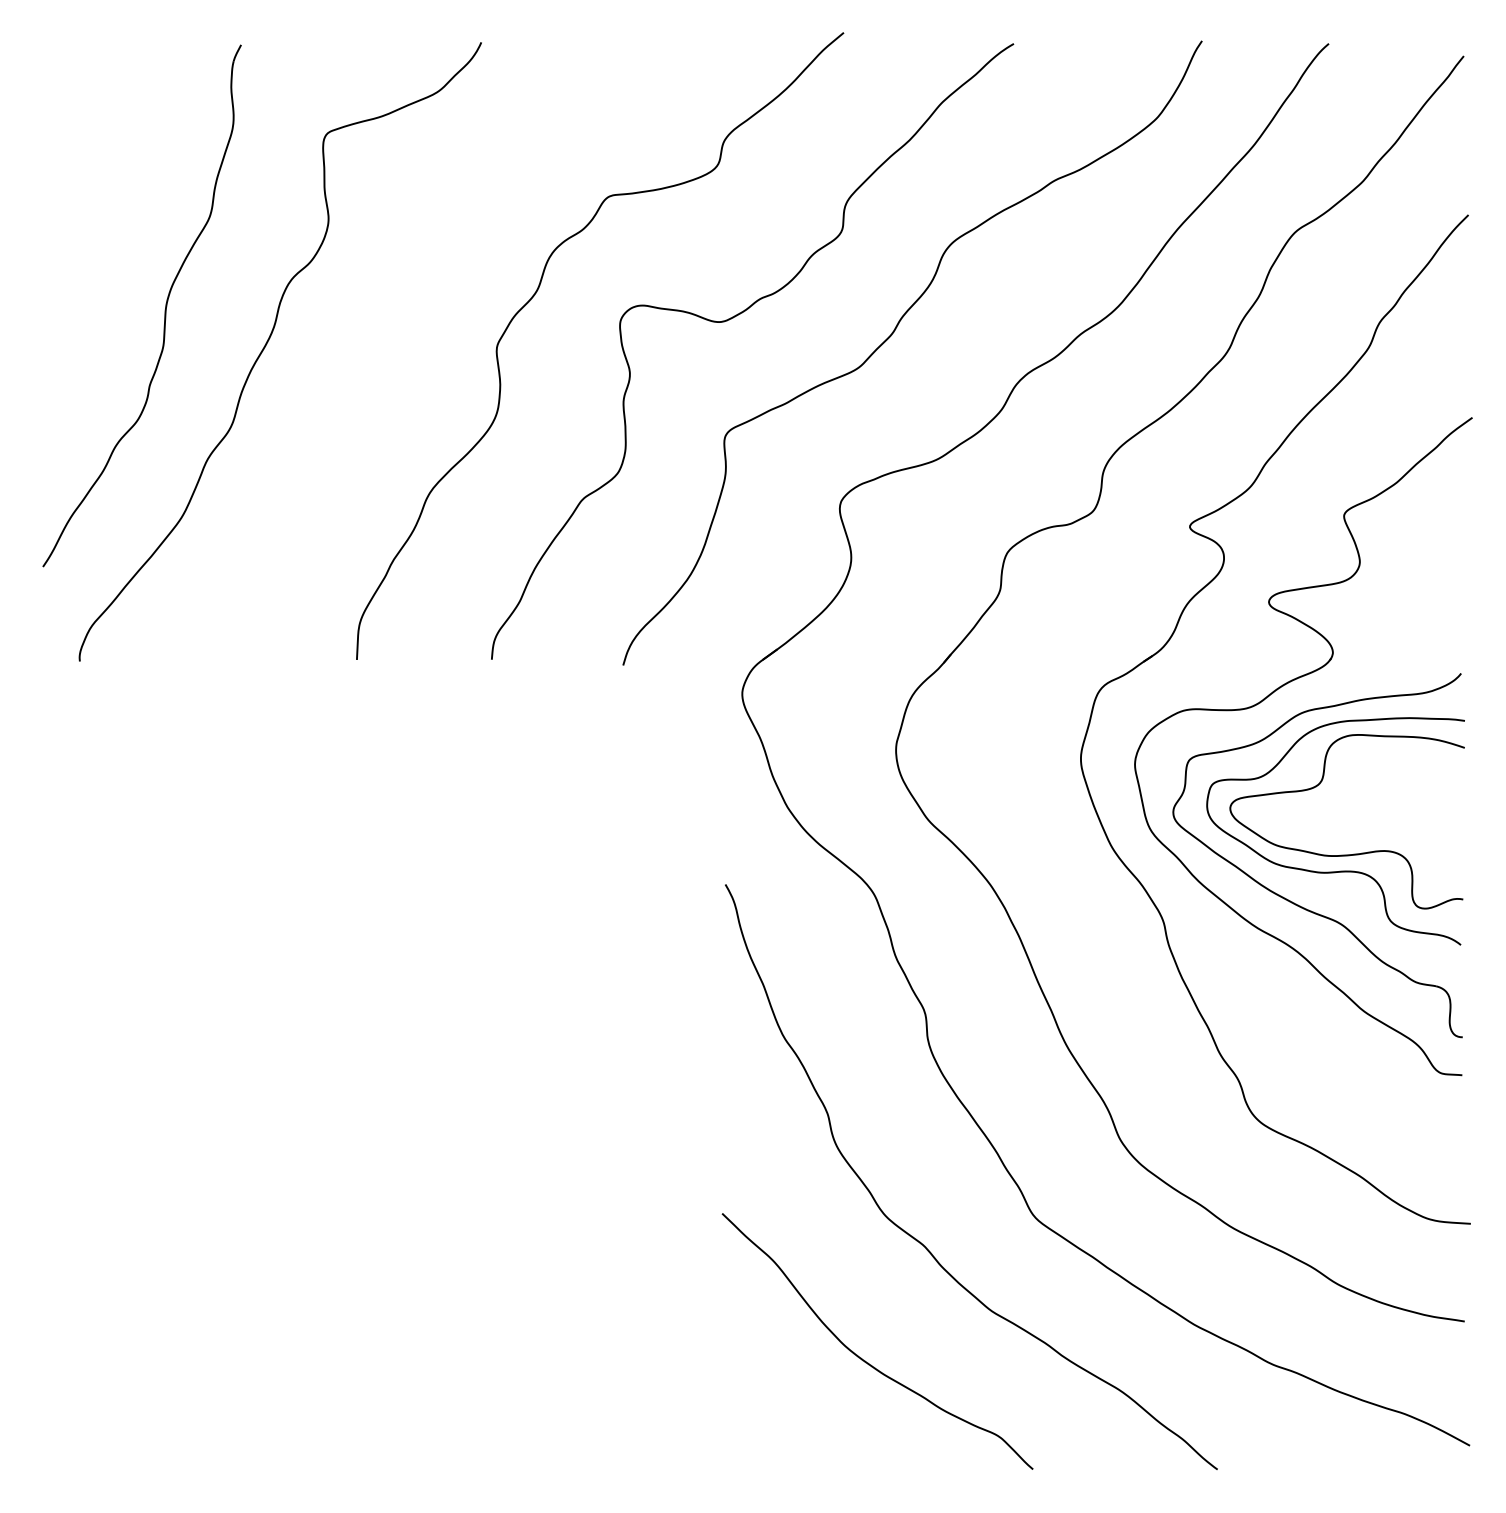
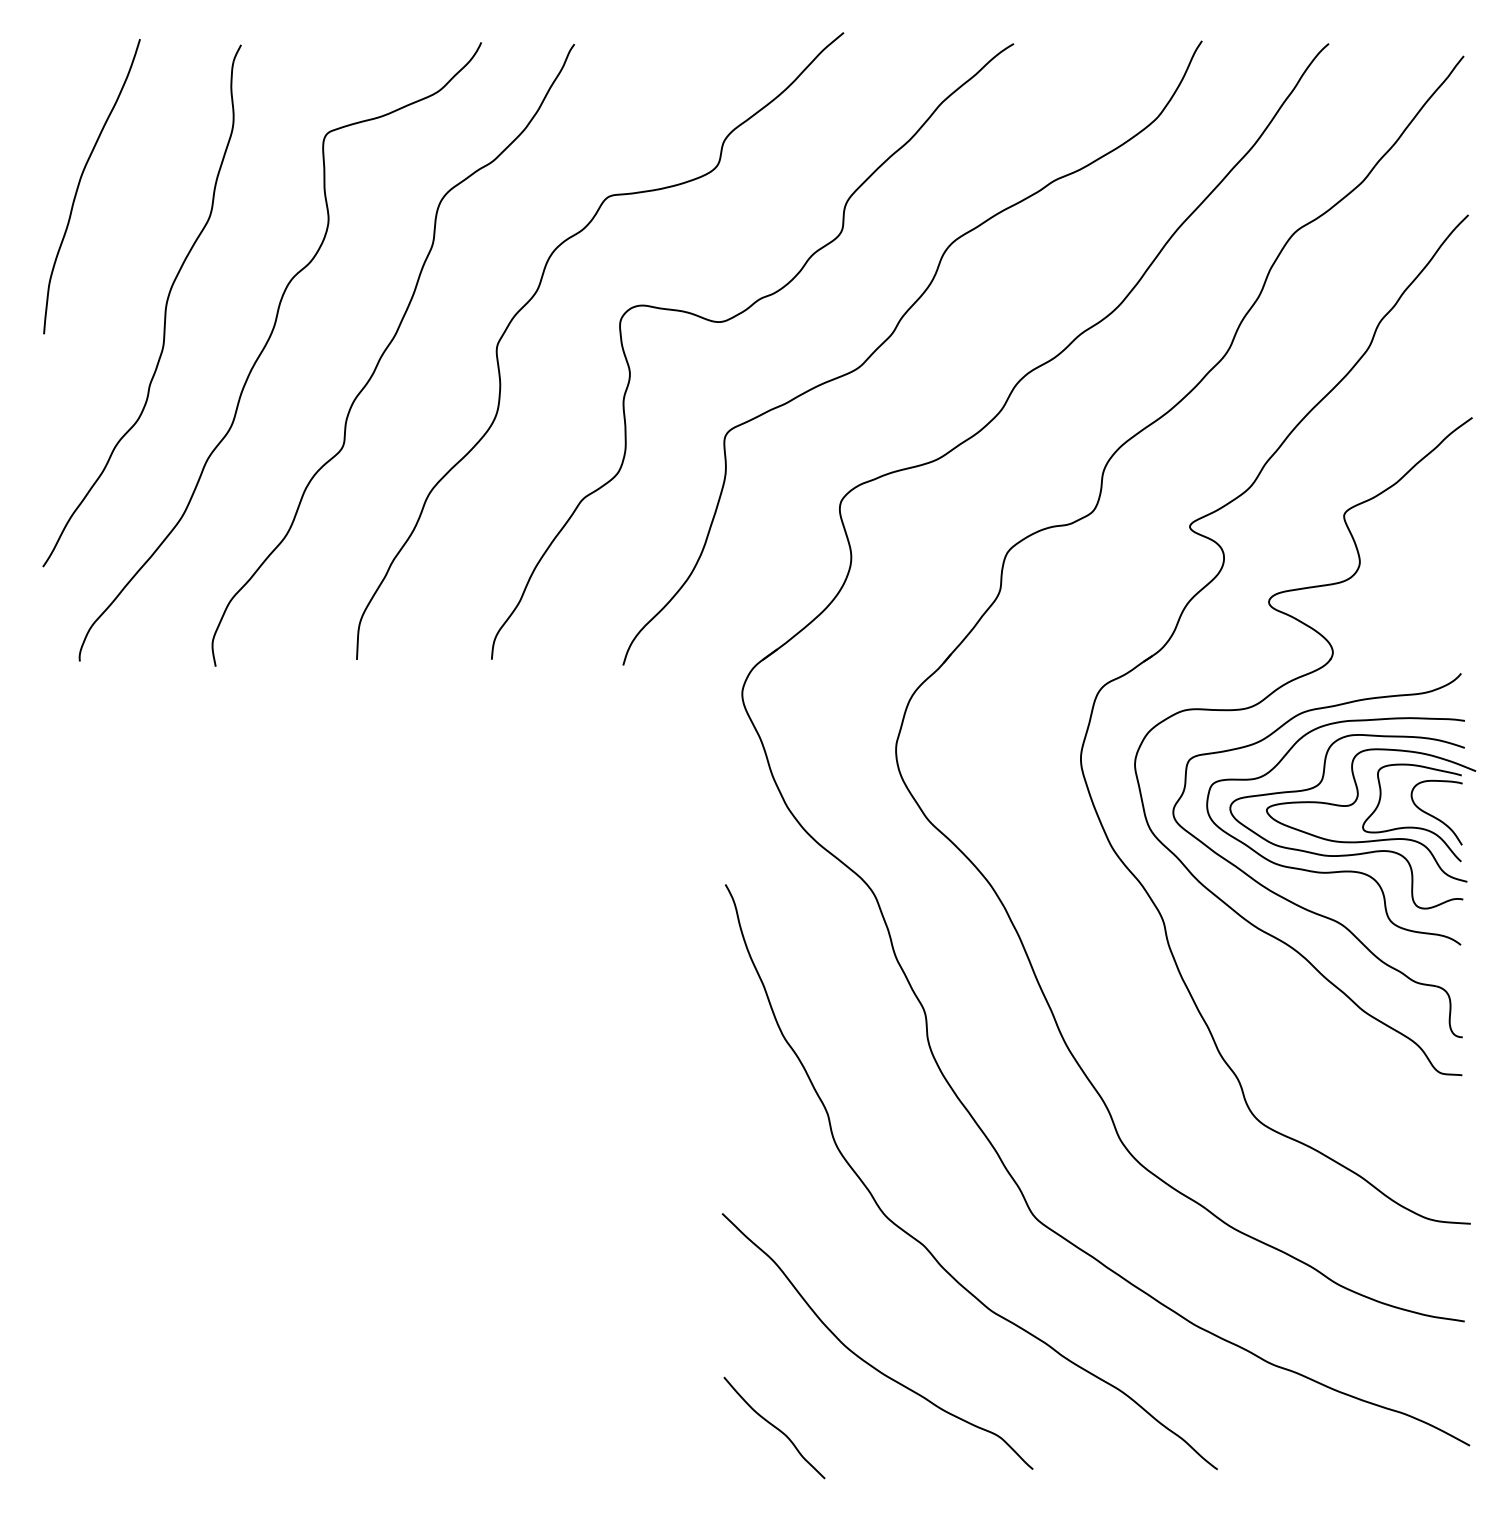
curve at (80, 182): none -> present
curve at (386, 350): none -> present
part at (1371, 815): none -> present
curve at (774, 1427): none -> present
